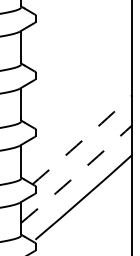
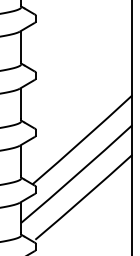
line at (82, 140): dashed -> solid
line at (77, 174): dashed -> solid
